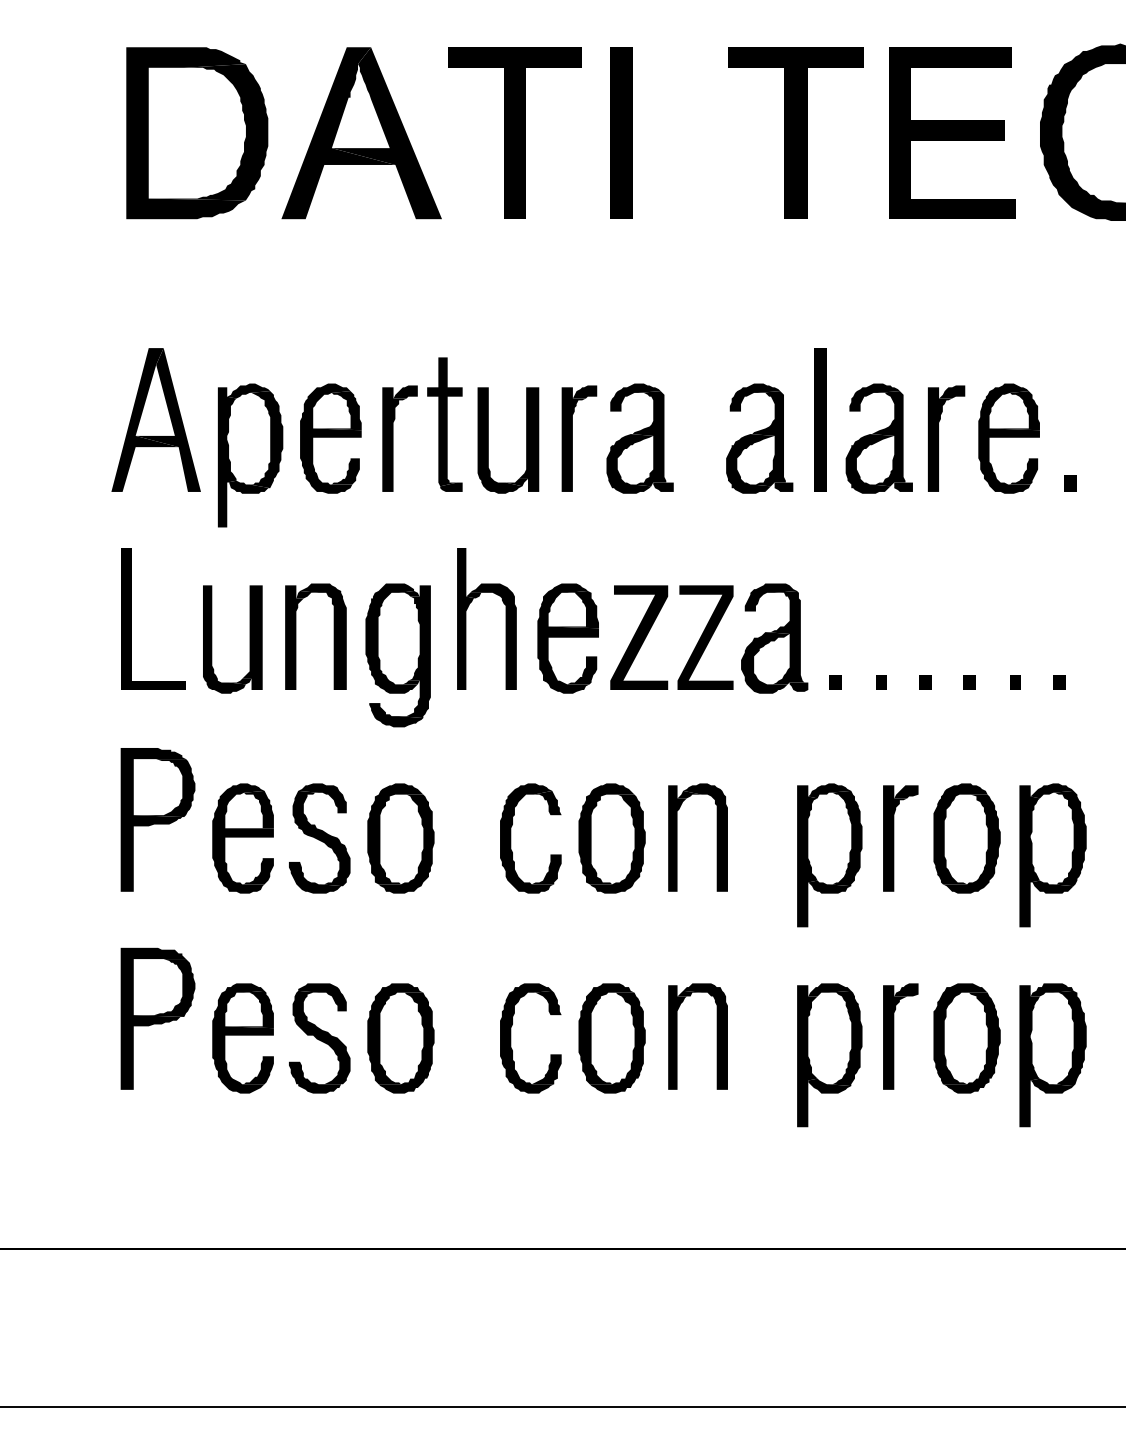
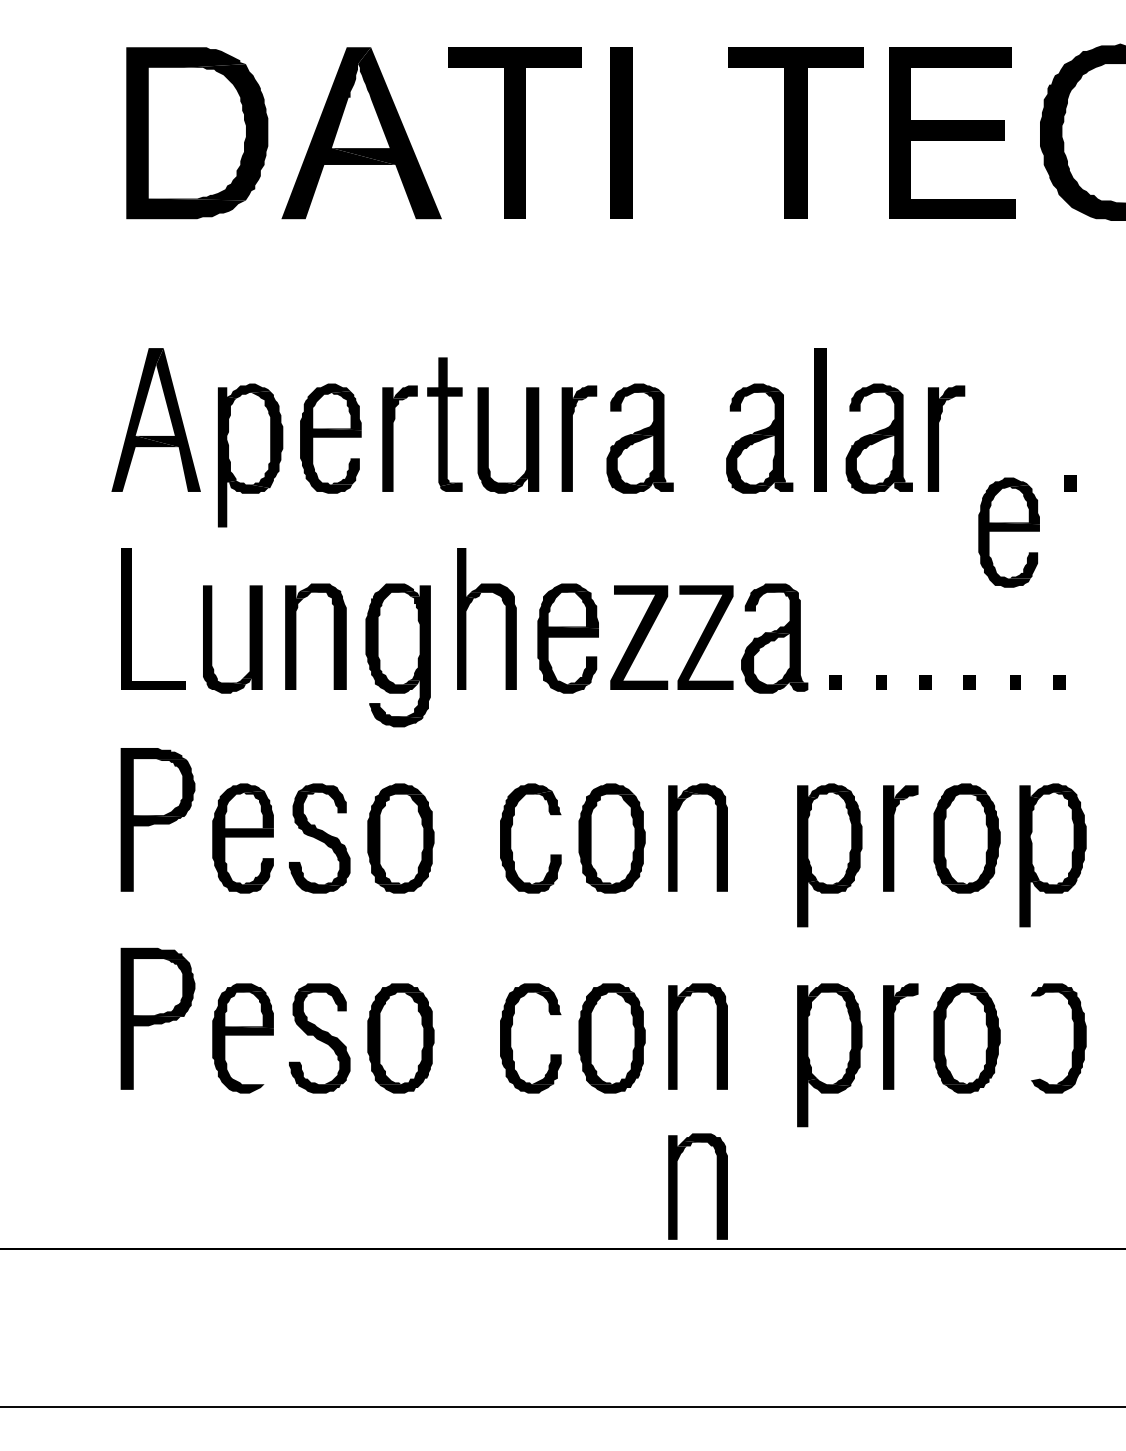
part at (1008, 438) position: (1008, 438) -> (1008, 532)
fill at (1029, 1056): present -> none
fill at (258, 1070): present -> none
part at (716, 1186): none -> present
